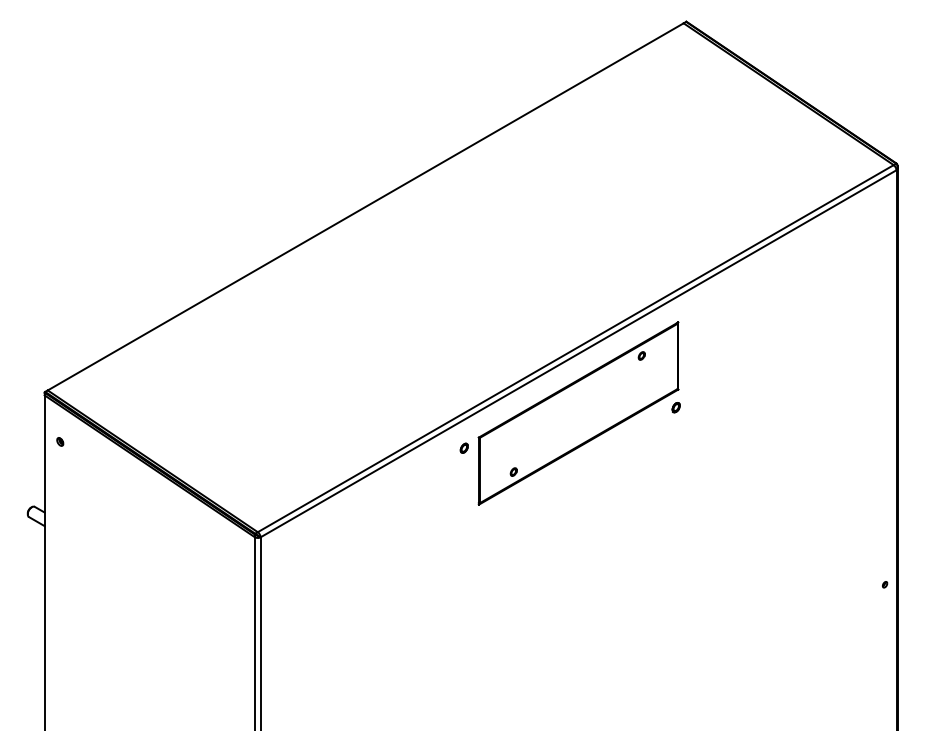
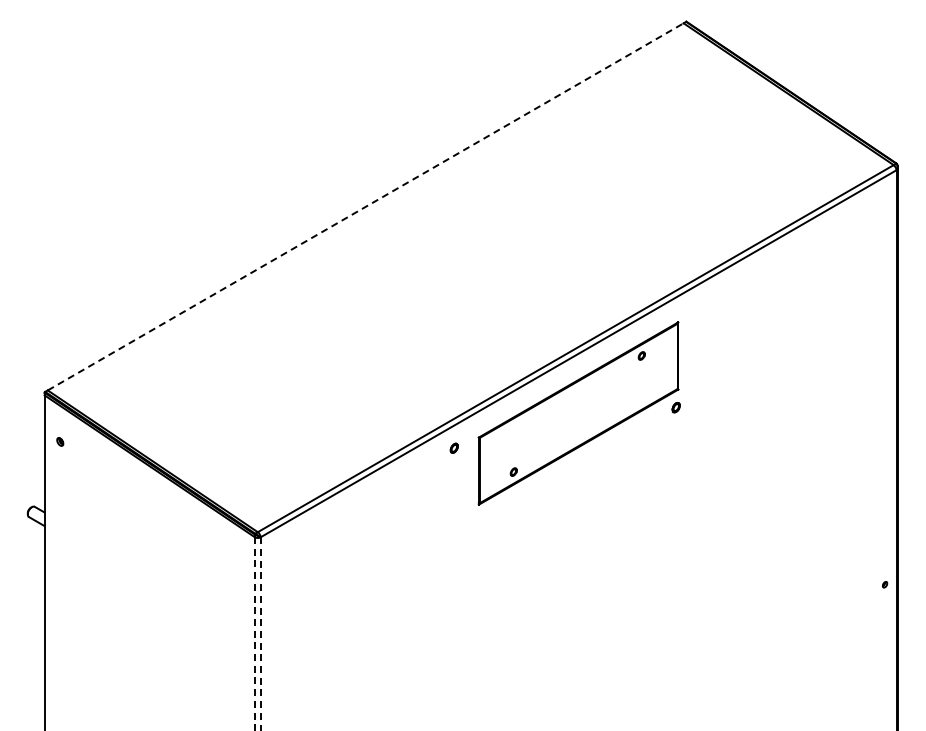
line at (366, 206): solid -> dashed
part at (463, 447) position: (463, 447) -> (453, 447)
line at (254, 633): solid -> dashed
line at (260, 634): solid -> dashed
